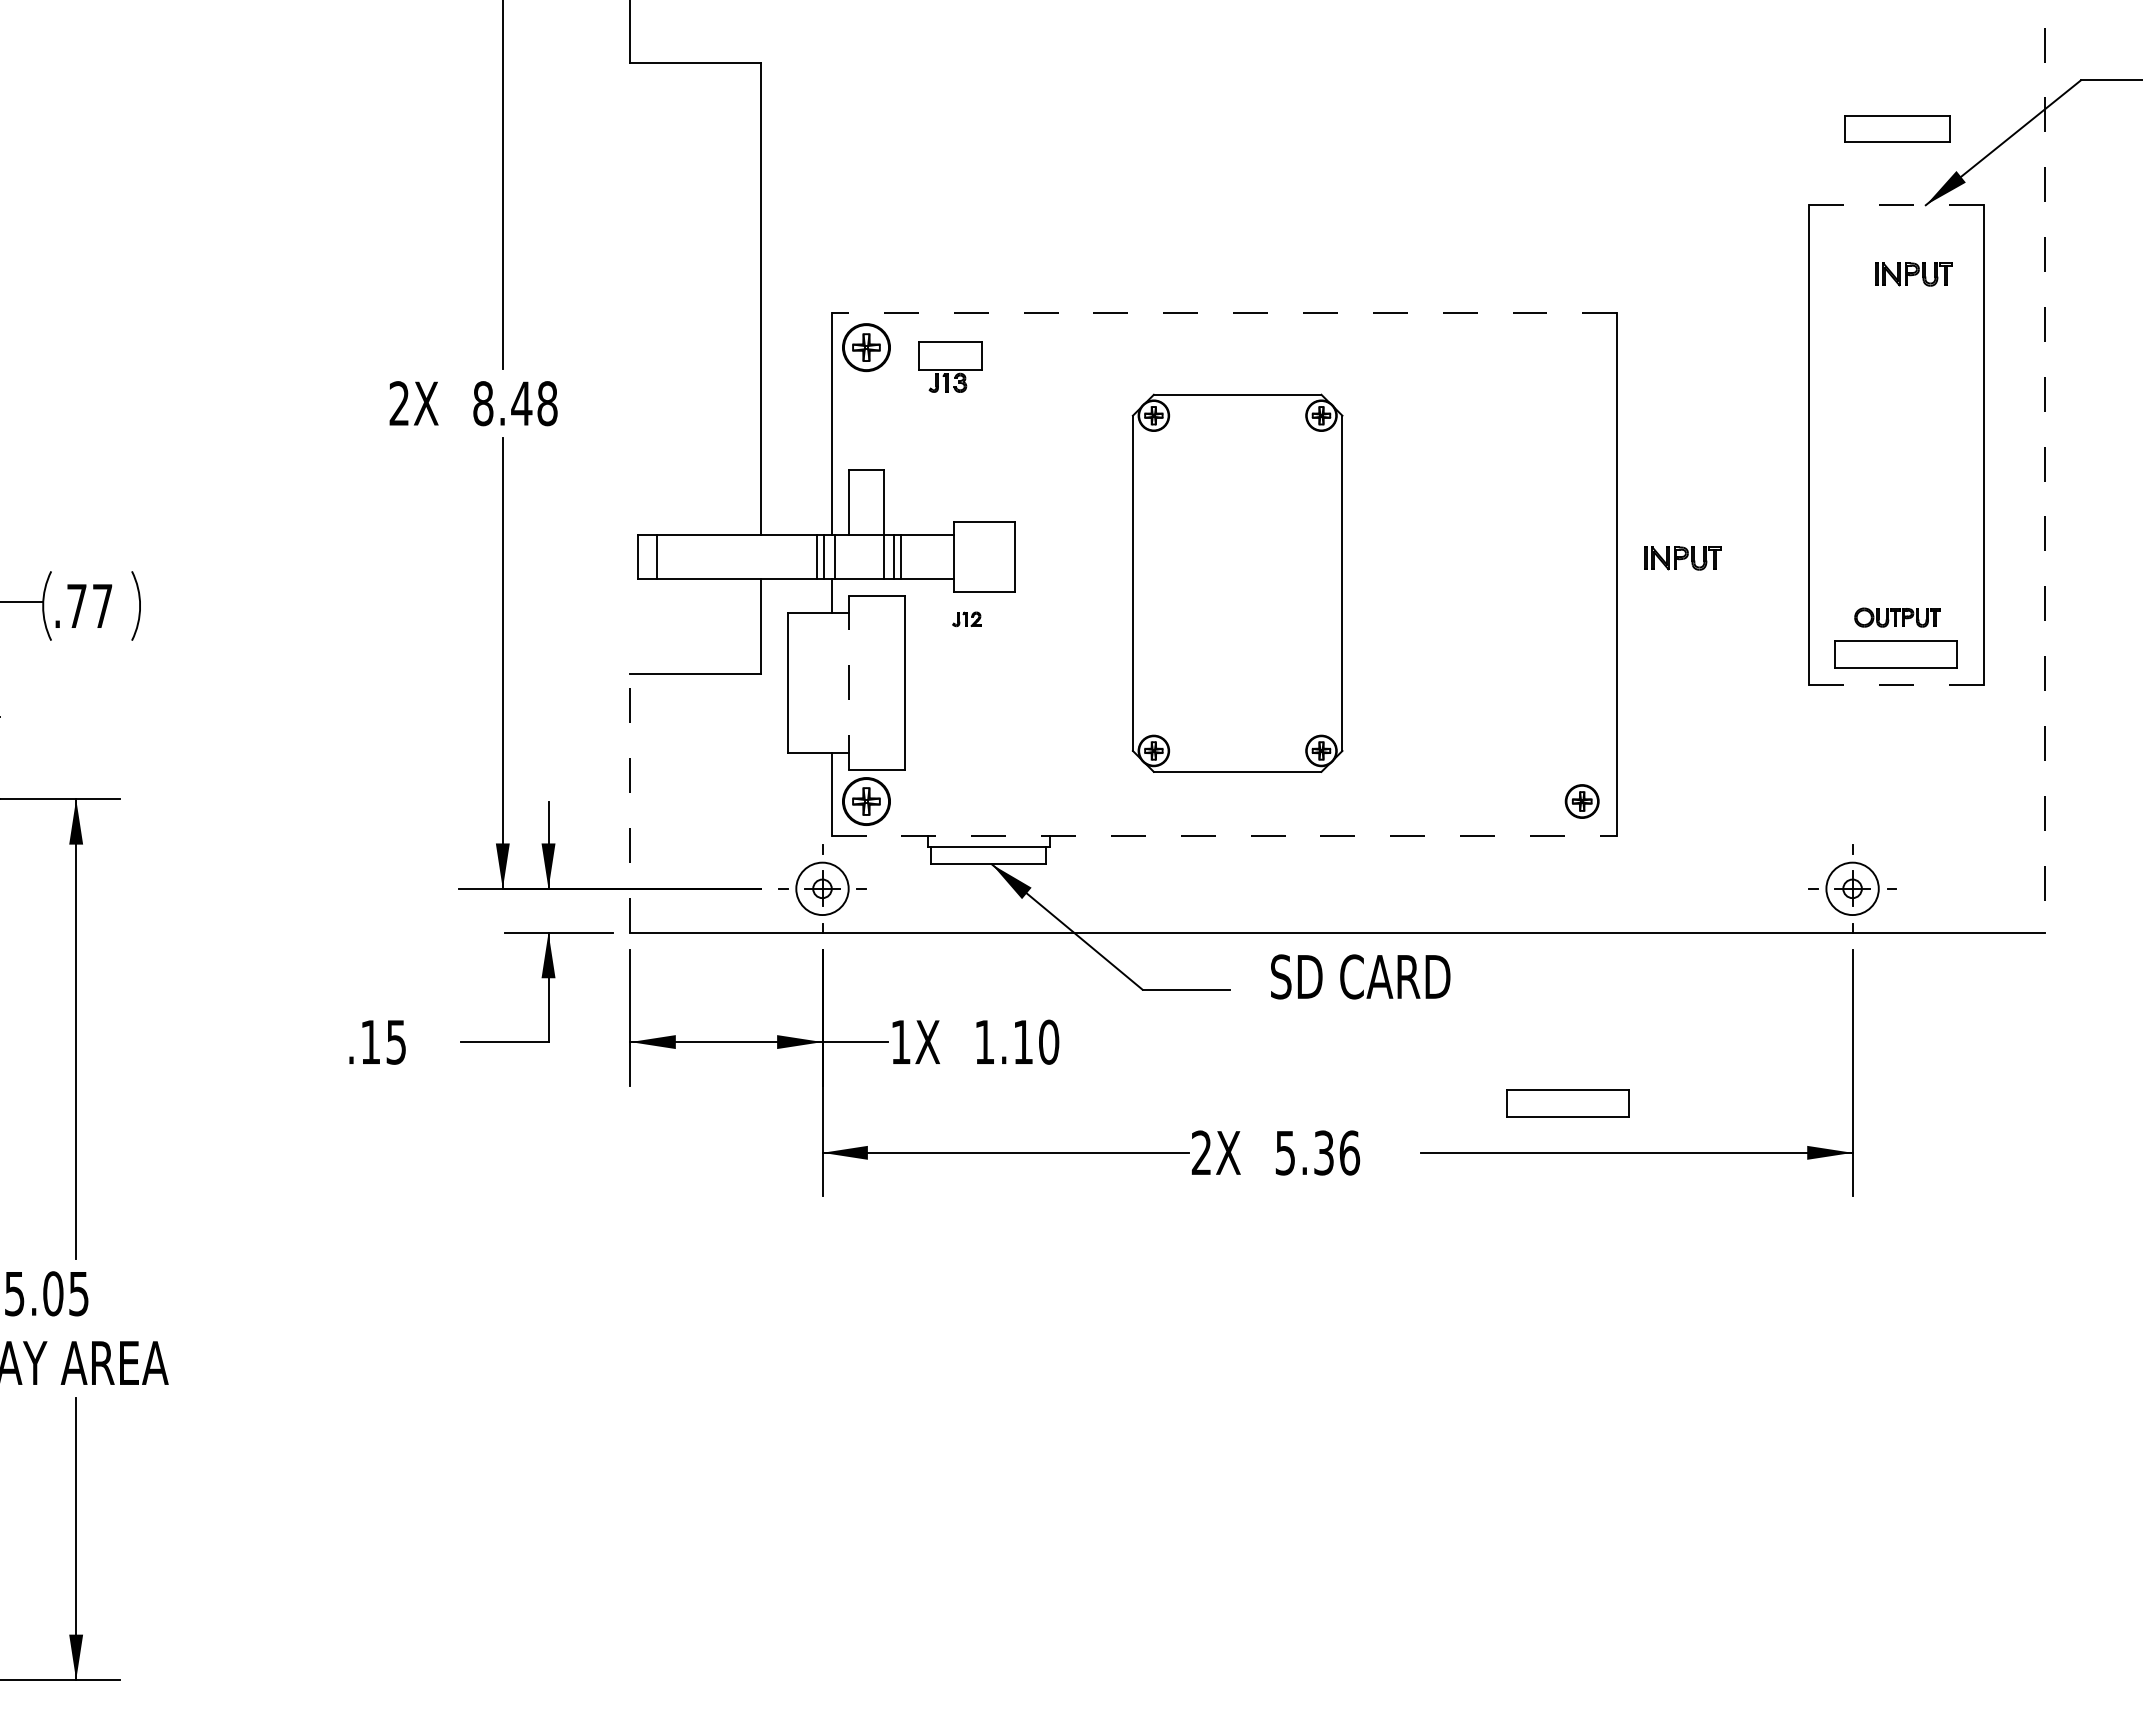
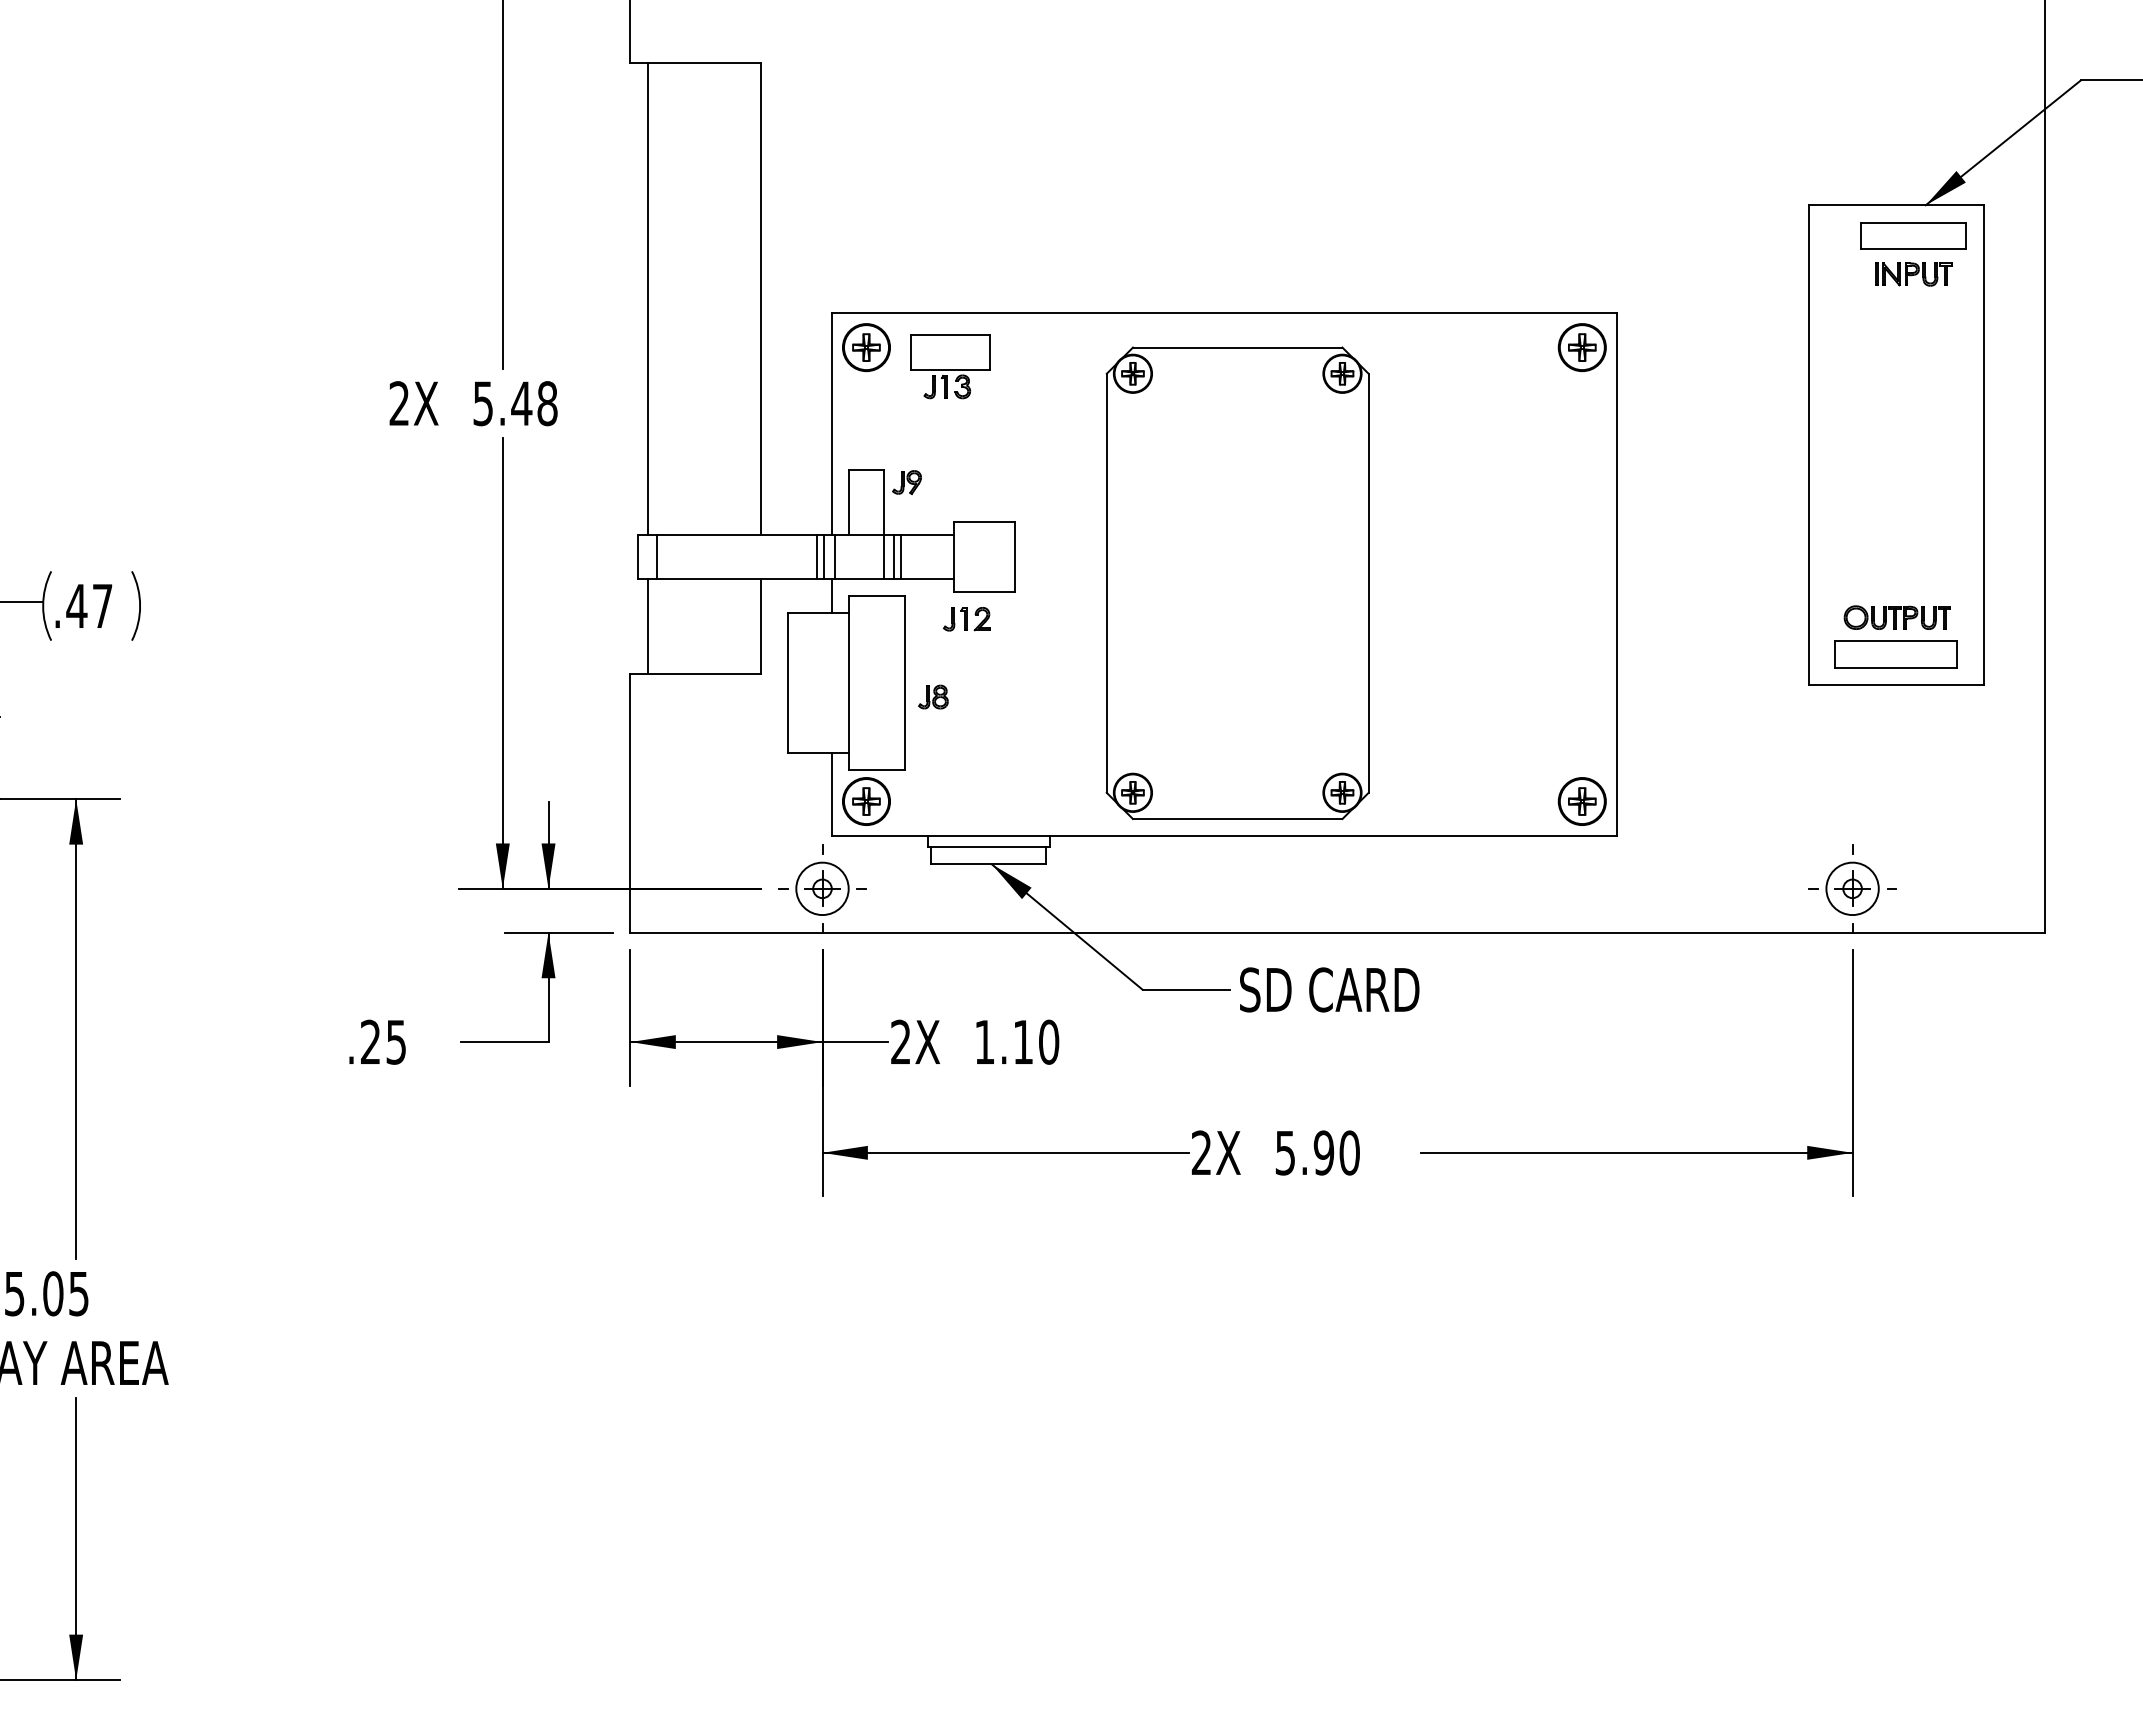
part at (1897, 128) position: (1897, 128) -> (1913, 235)
line at (1895, 205): dashed -> solid
line at (647, 298): none -> present
line at (1224, 312): dashed -> solid
part at (1581, 347): none -> present
part at (950, 366) size: 65x52 px -> 81x66 px
text at (483, 403): 8.48 -> 5.48
line at (2044, 466): dashed -> solid
part at (906, 482): none -> present
part at (1682, 558): present -> none
part at (1237, 582) size: 213x380 px -> 265x475 px
text at (76, 605): .77 -> .47
part at (1897, 617) size: 87x21 px -> 108x25 px
part at (966, 619) size: 30x17 px -> 48x25 px
line at (647, 625): none -> present
line at (849, 683): dashed -> solid
line at (1896, 685): dashed -> solid
part at (933, 696): none -> present
part at (1581, 801) size: 36x35 px -> 50x49 px
line at (630, 803): dashed -> solid
line at (1224, 836): dashed -> solid
text at (1360, 976) position: (1360, 976) -> (1329, 989)
text at (370, 1041): .15 -> .25
text at (900, 1041): 1X -> 2X
part at (1567, 1103): present -> none
text at (1336, 1152): 5.36 -> 5.90
